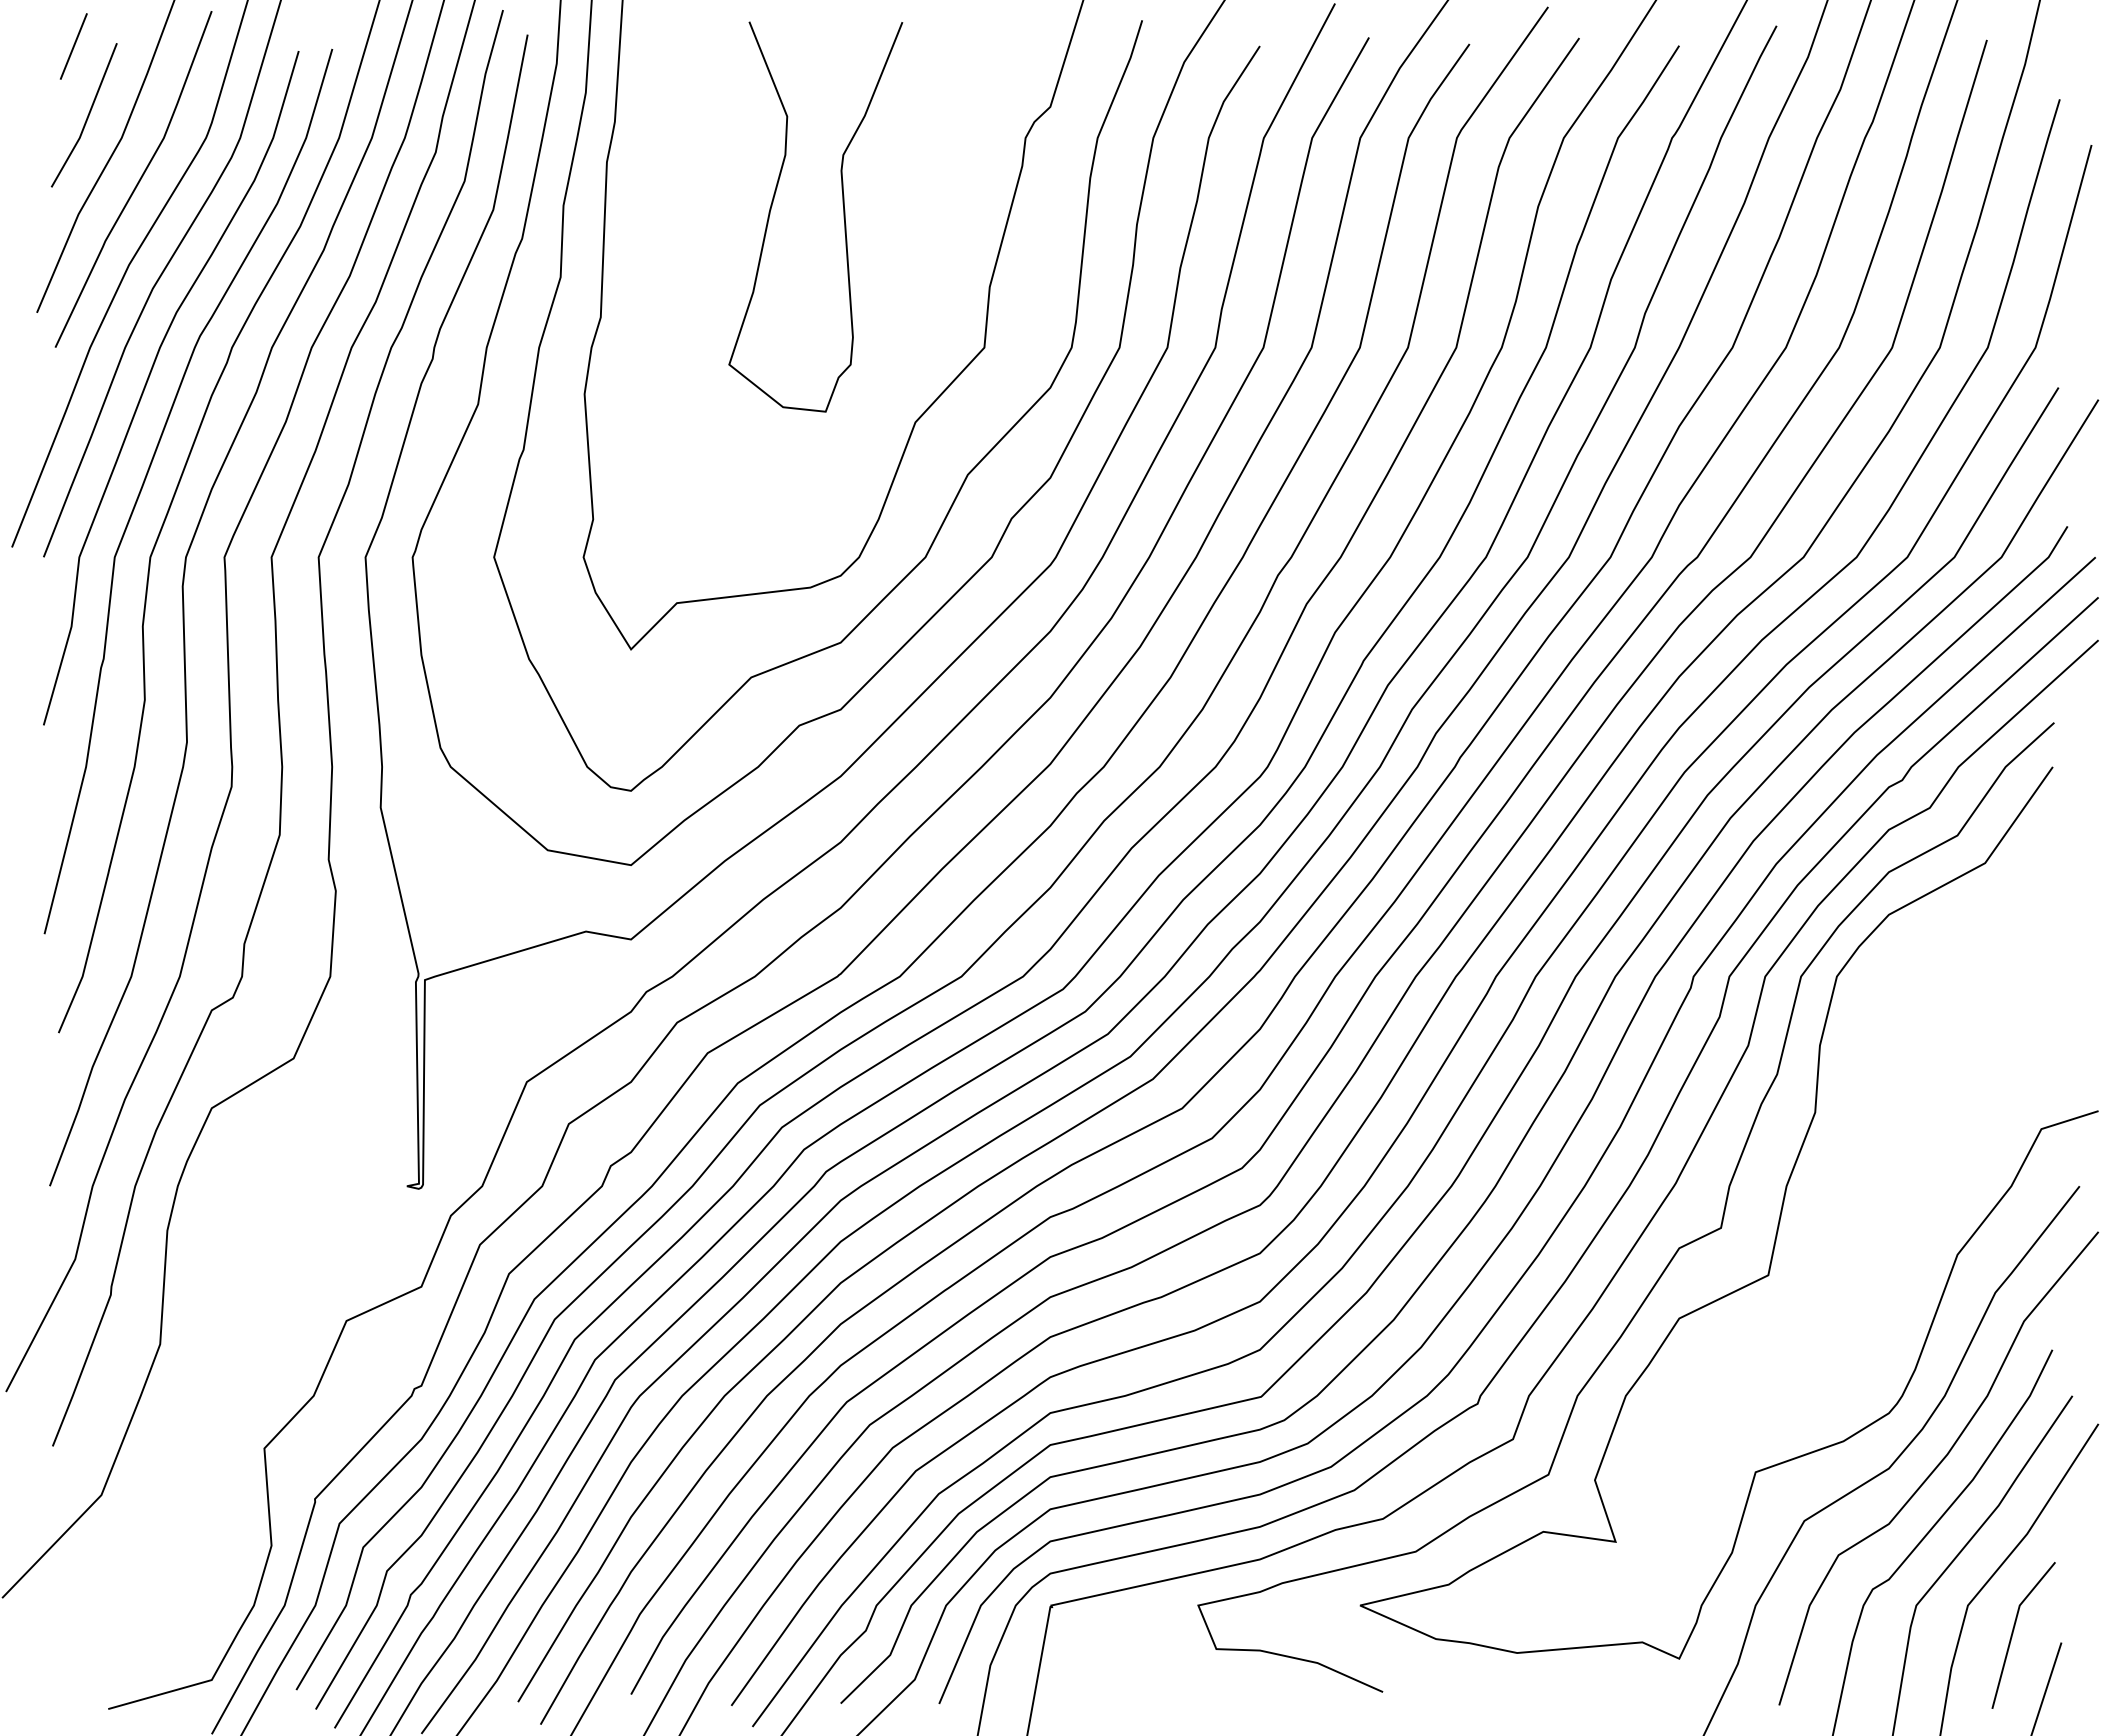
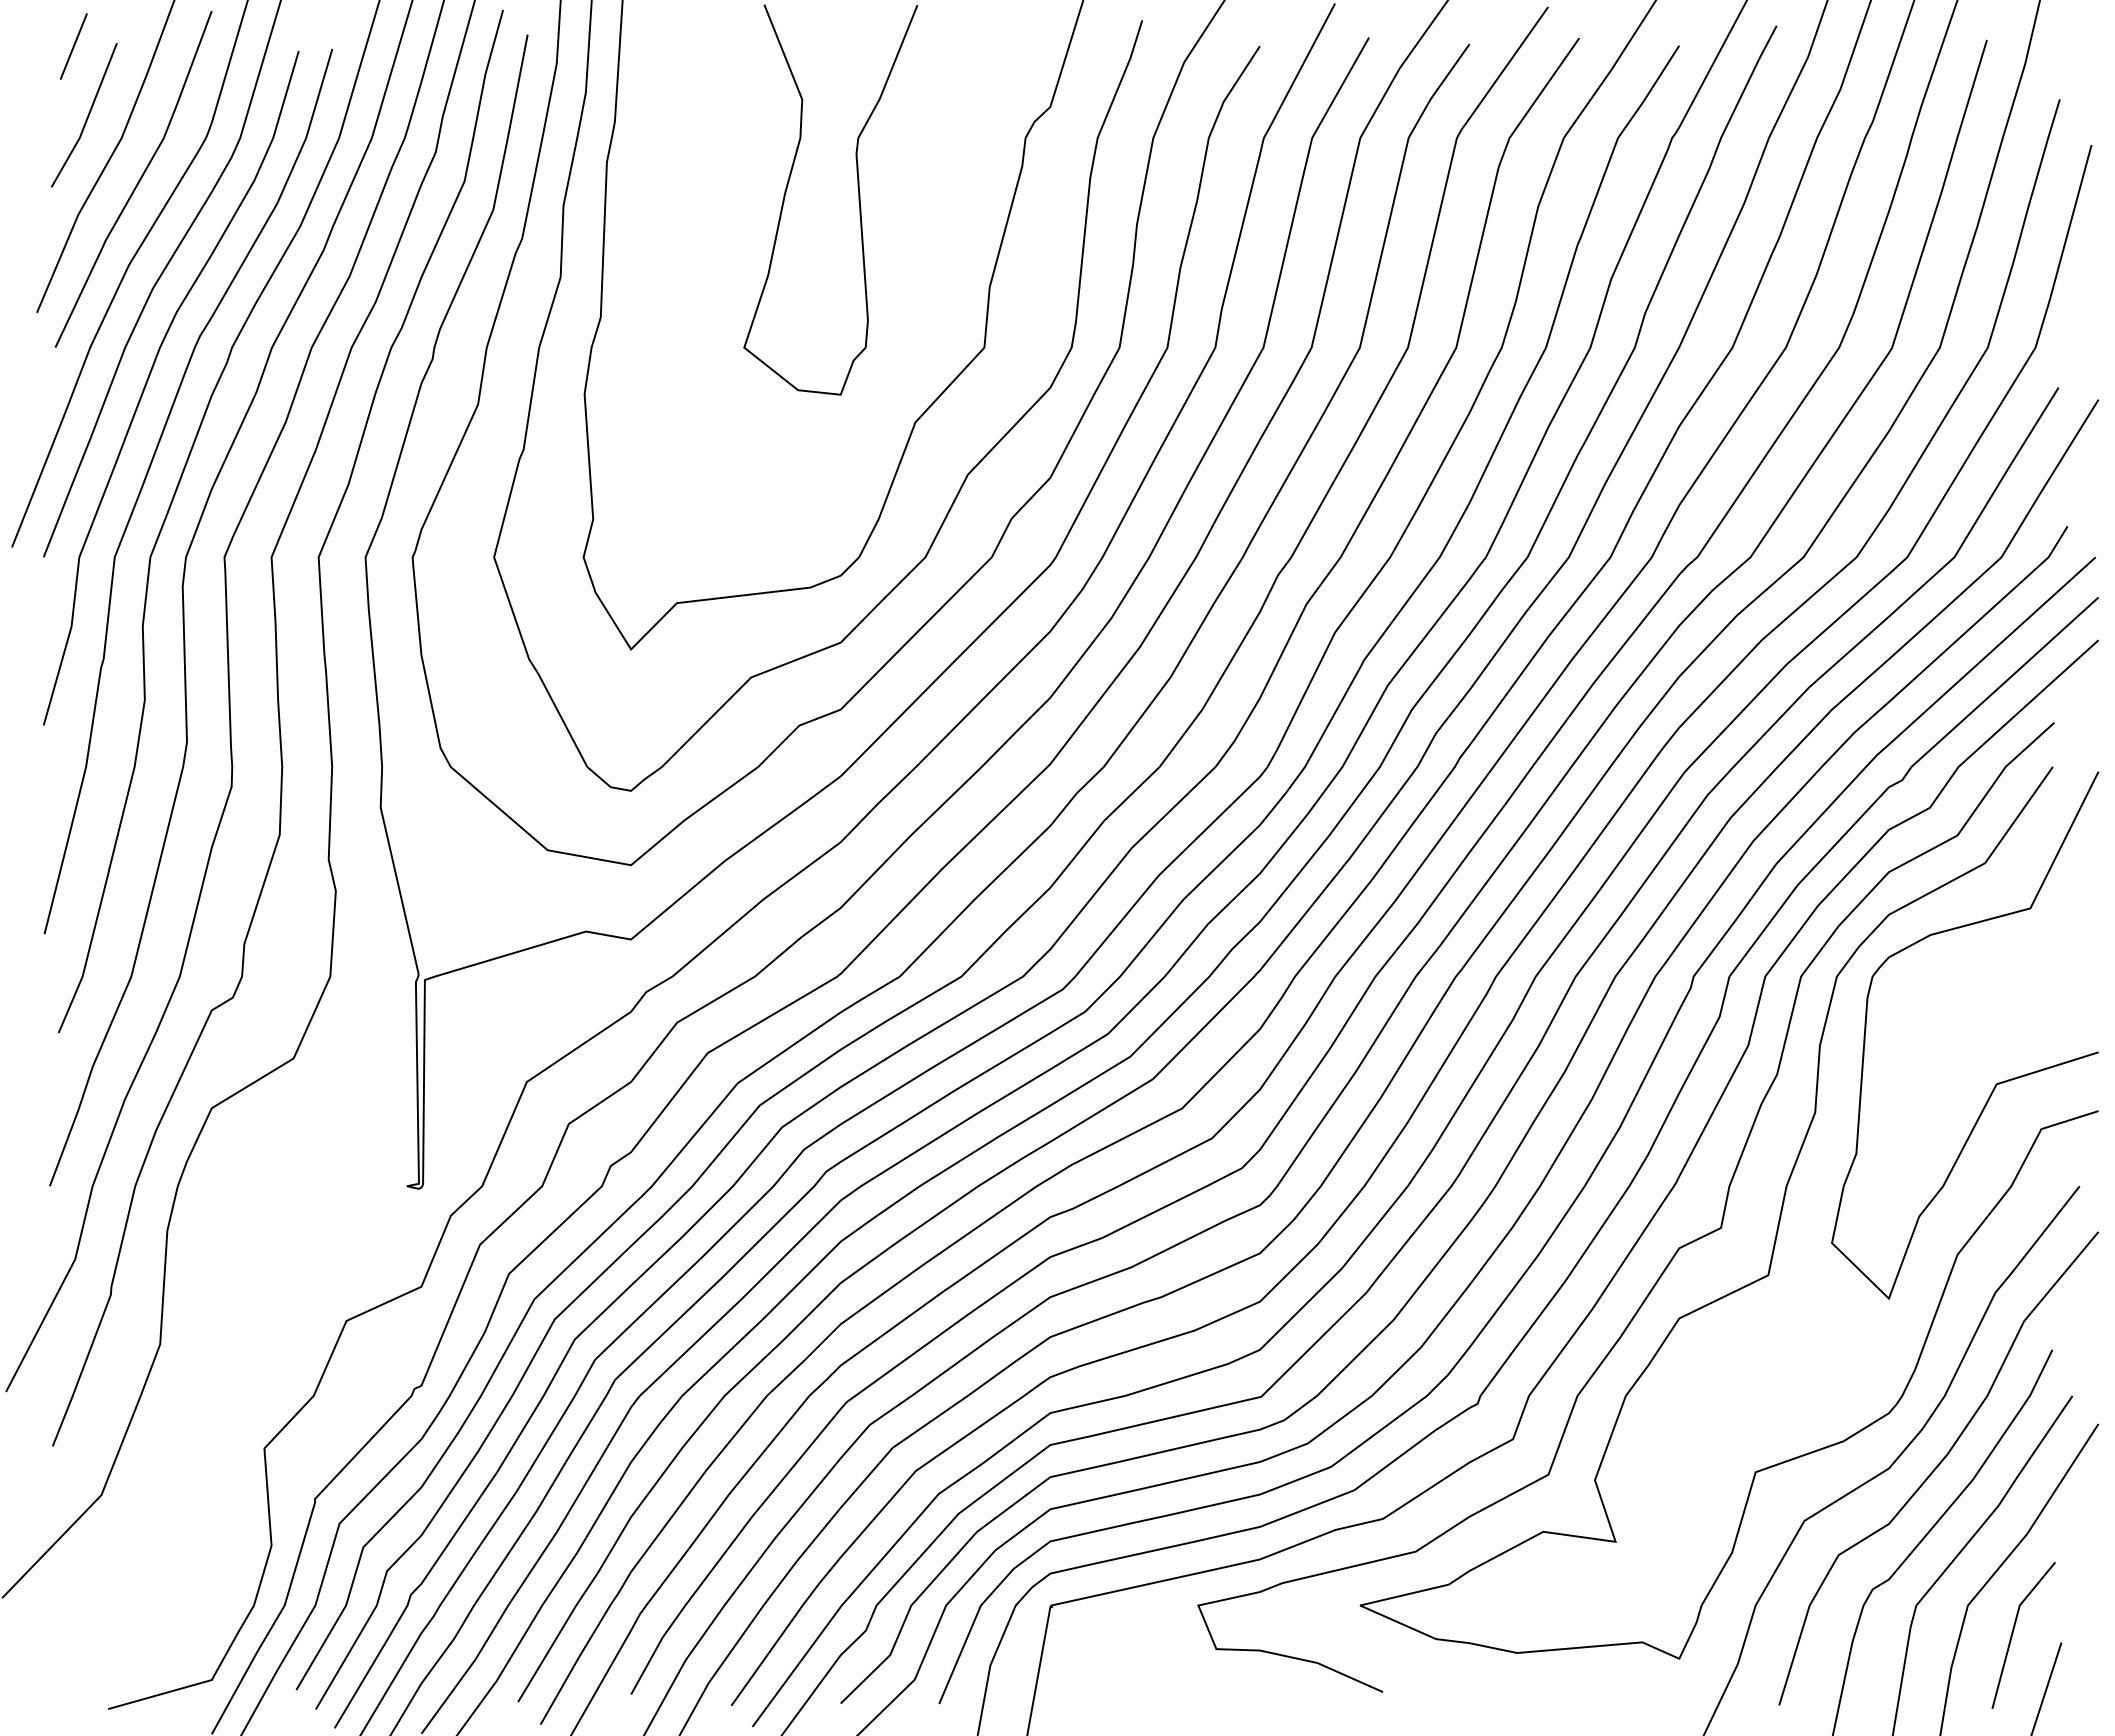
curve at (843, 216) position: (843, 216) -> (858, 199)
curve at (1996, 1083): none -> present
